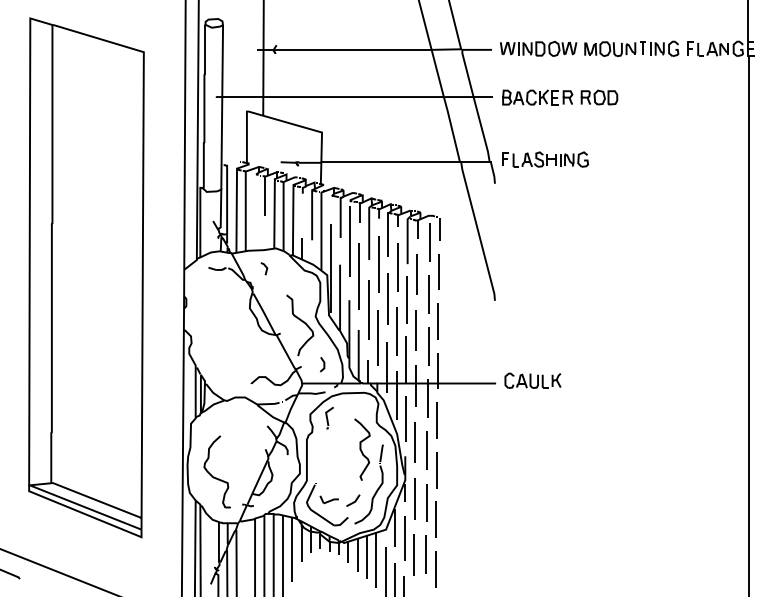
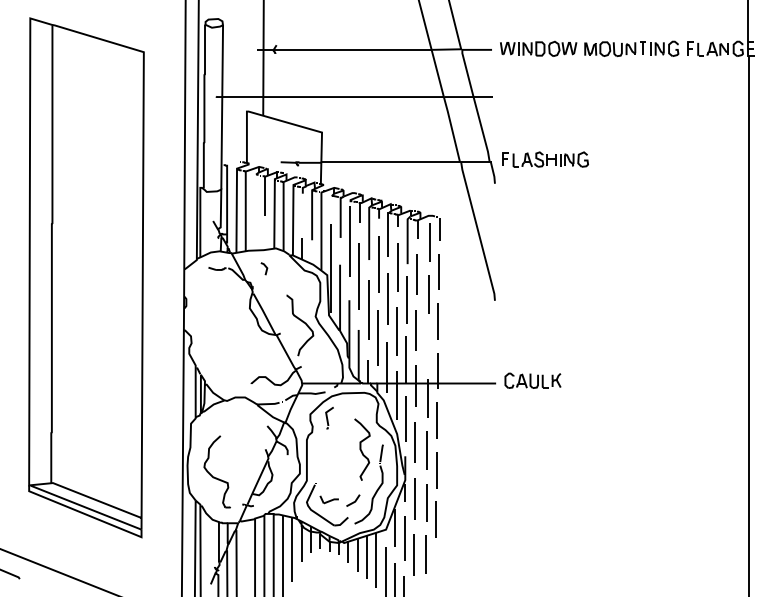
part at (560, 97): present -> none
line at (428, 346): present -> none
line at (323, 364): present -> none
line at (435, 569): present -> none
